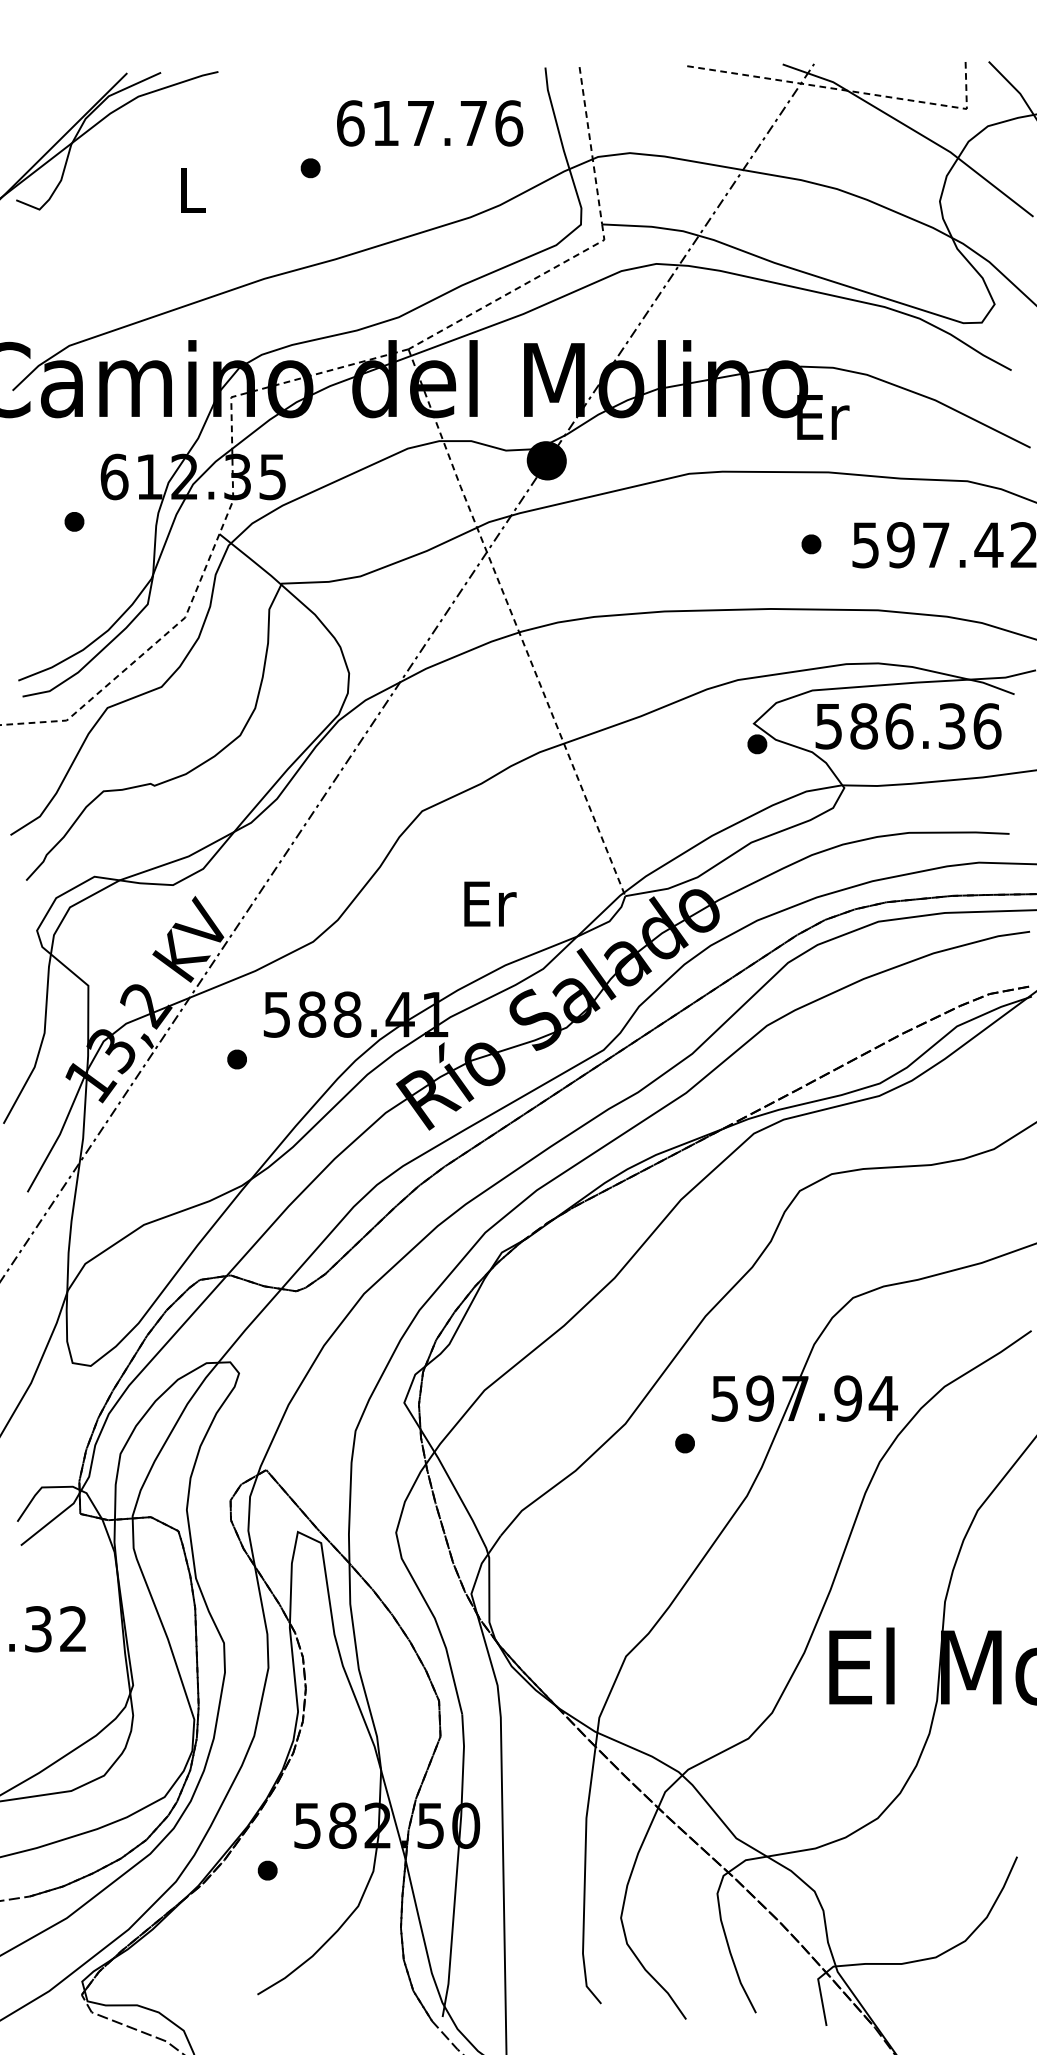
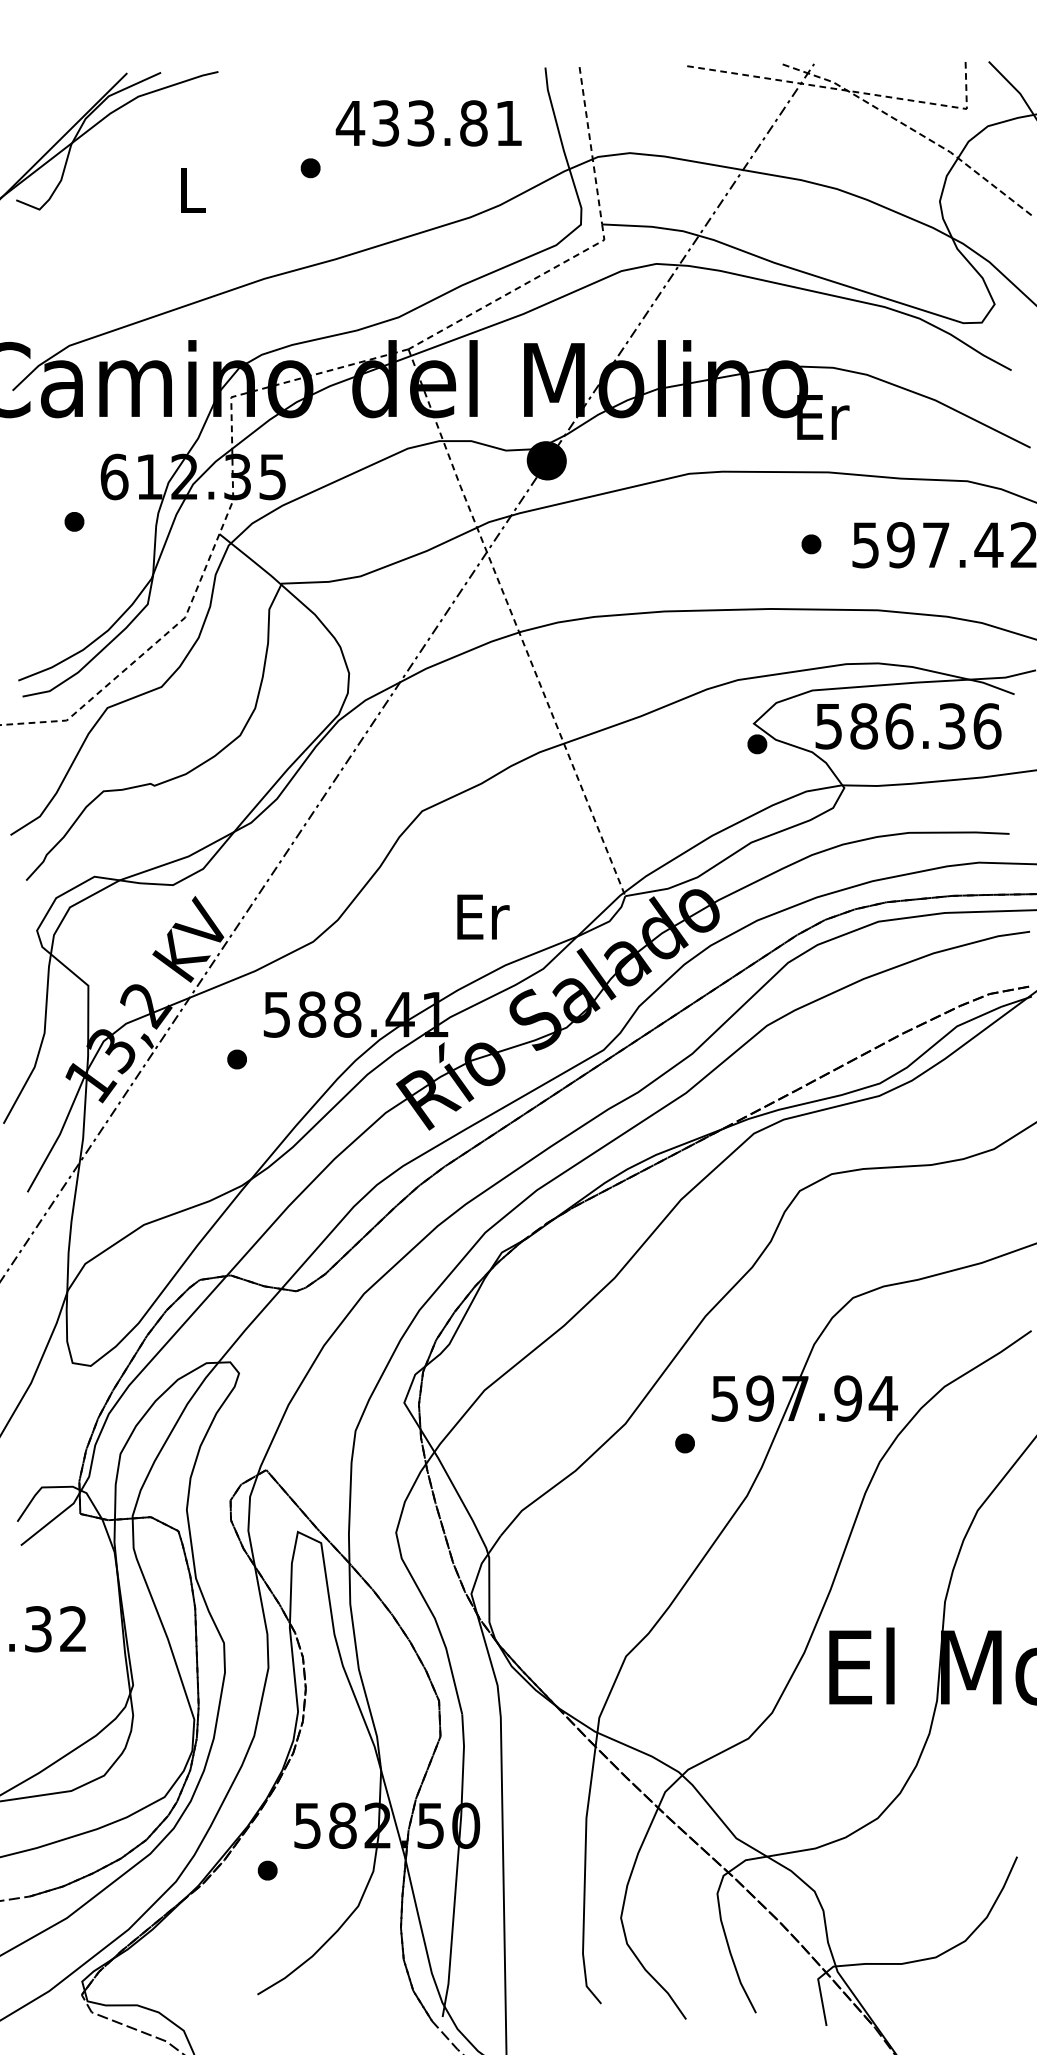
text at (429, 123): 617.76 -> 433.81
line at (914, 130): solid -> dashed
text at (490, 903) position: (490, 903) -> (483, 916)
